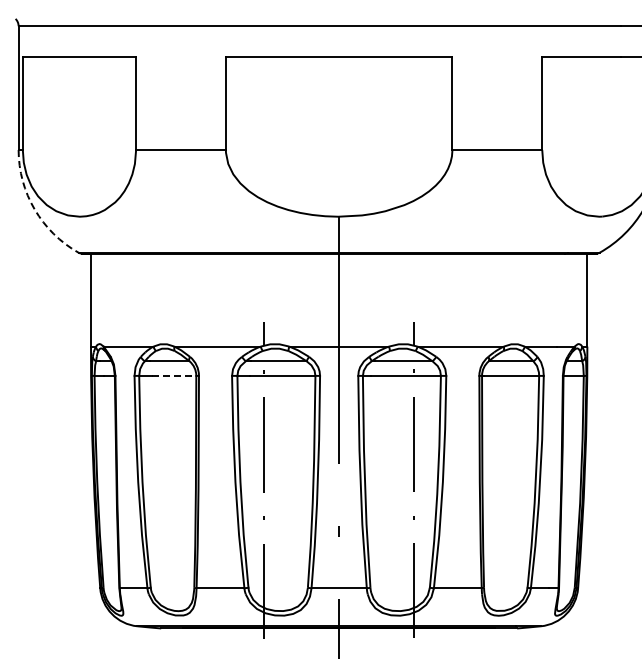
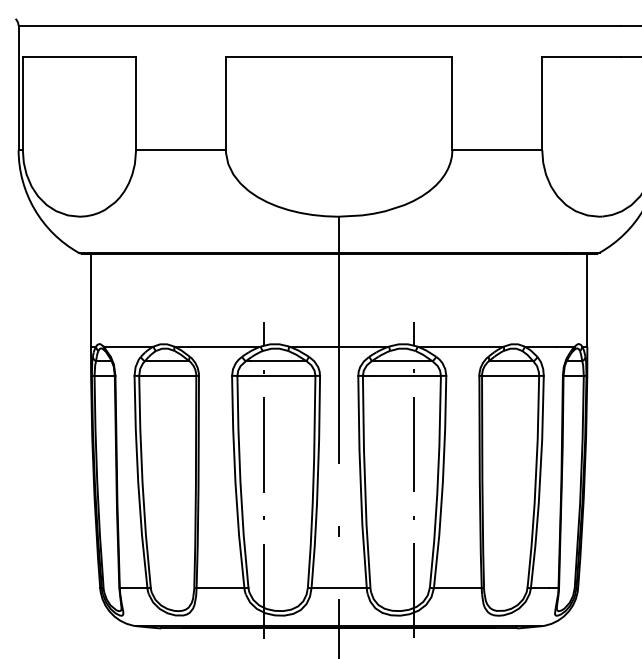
arc at (34, 209): dashed -> solid
line at (174, 375): dashed -> solid
